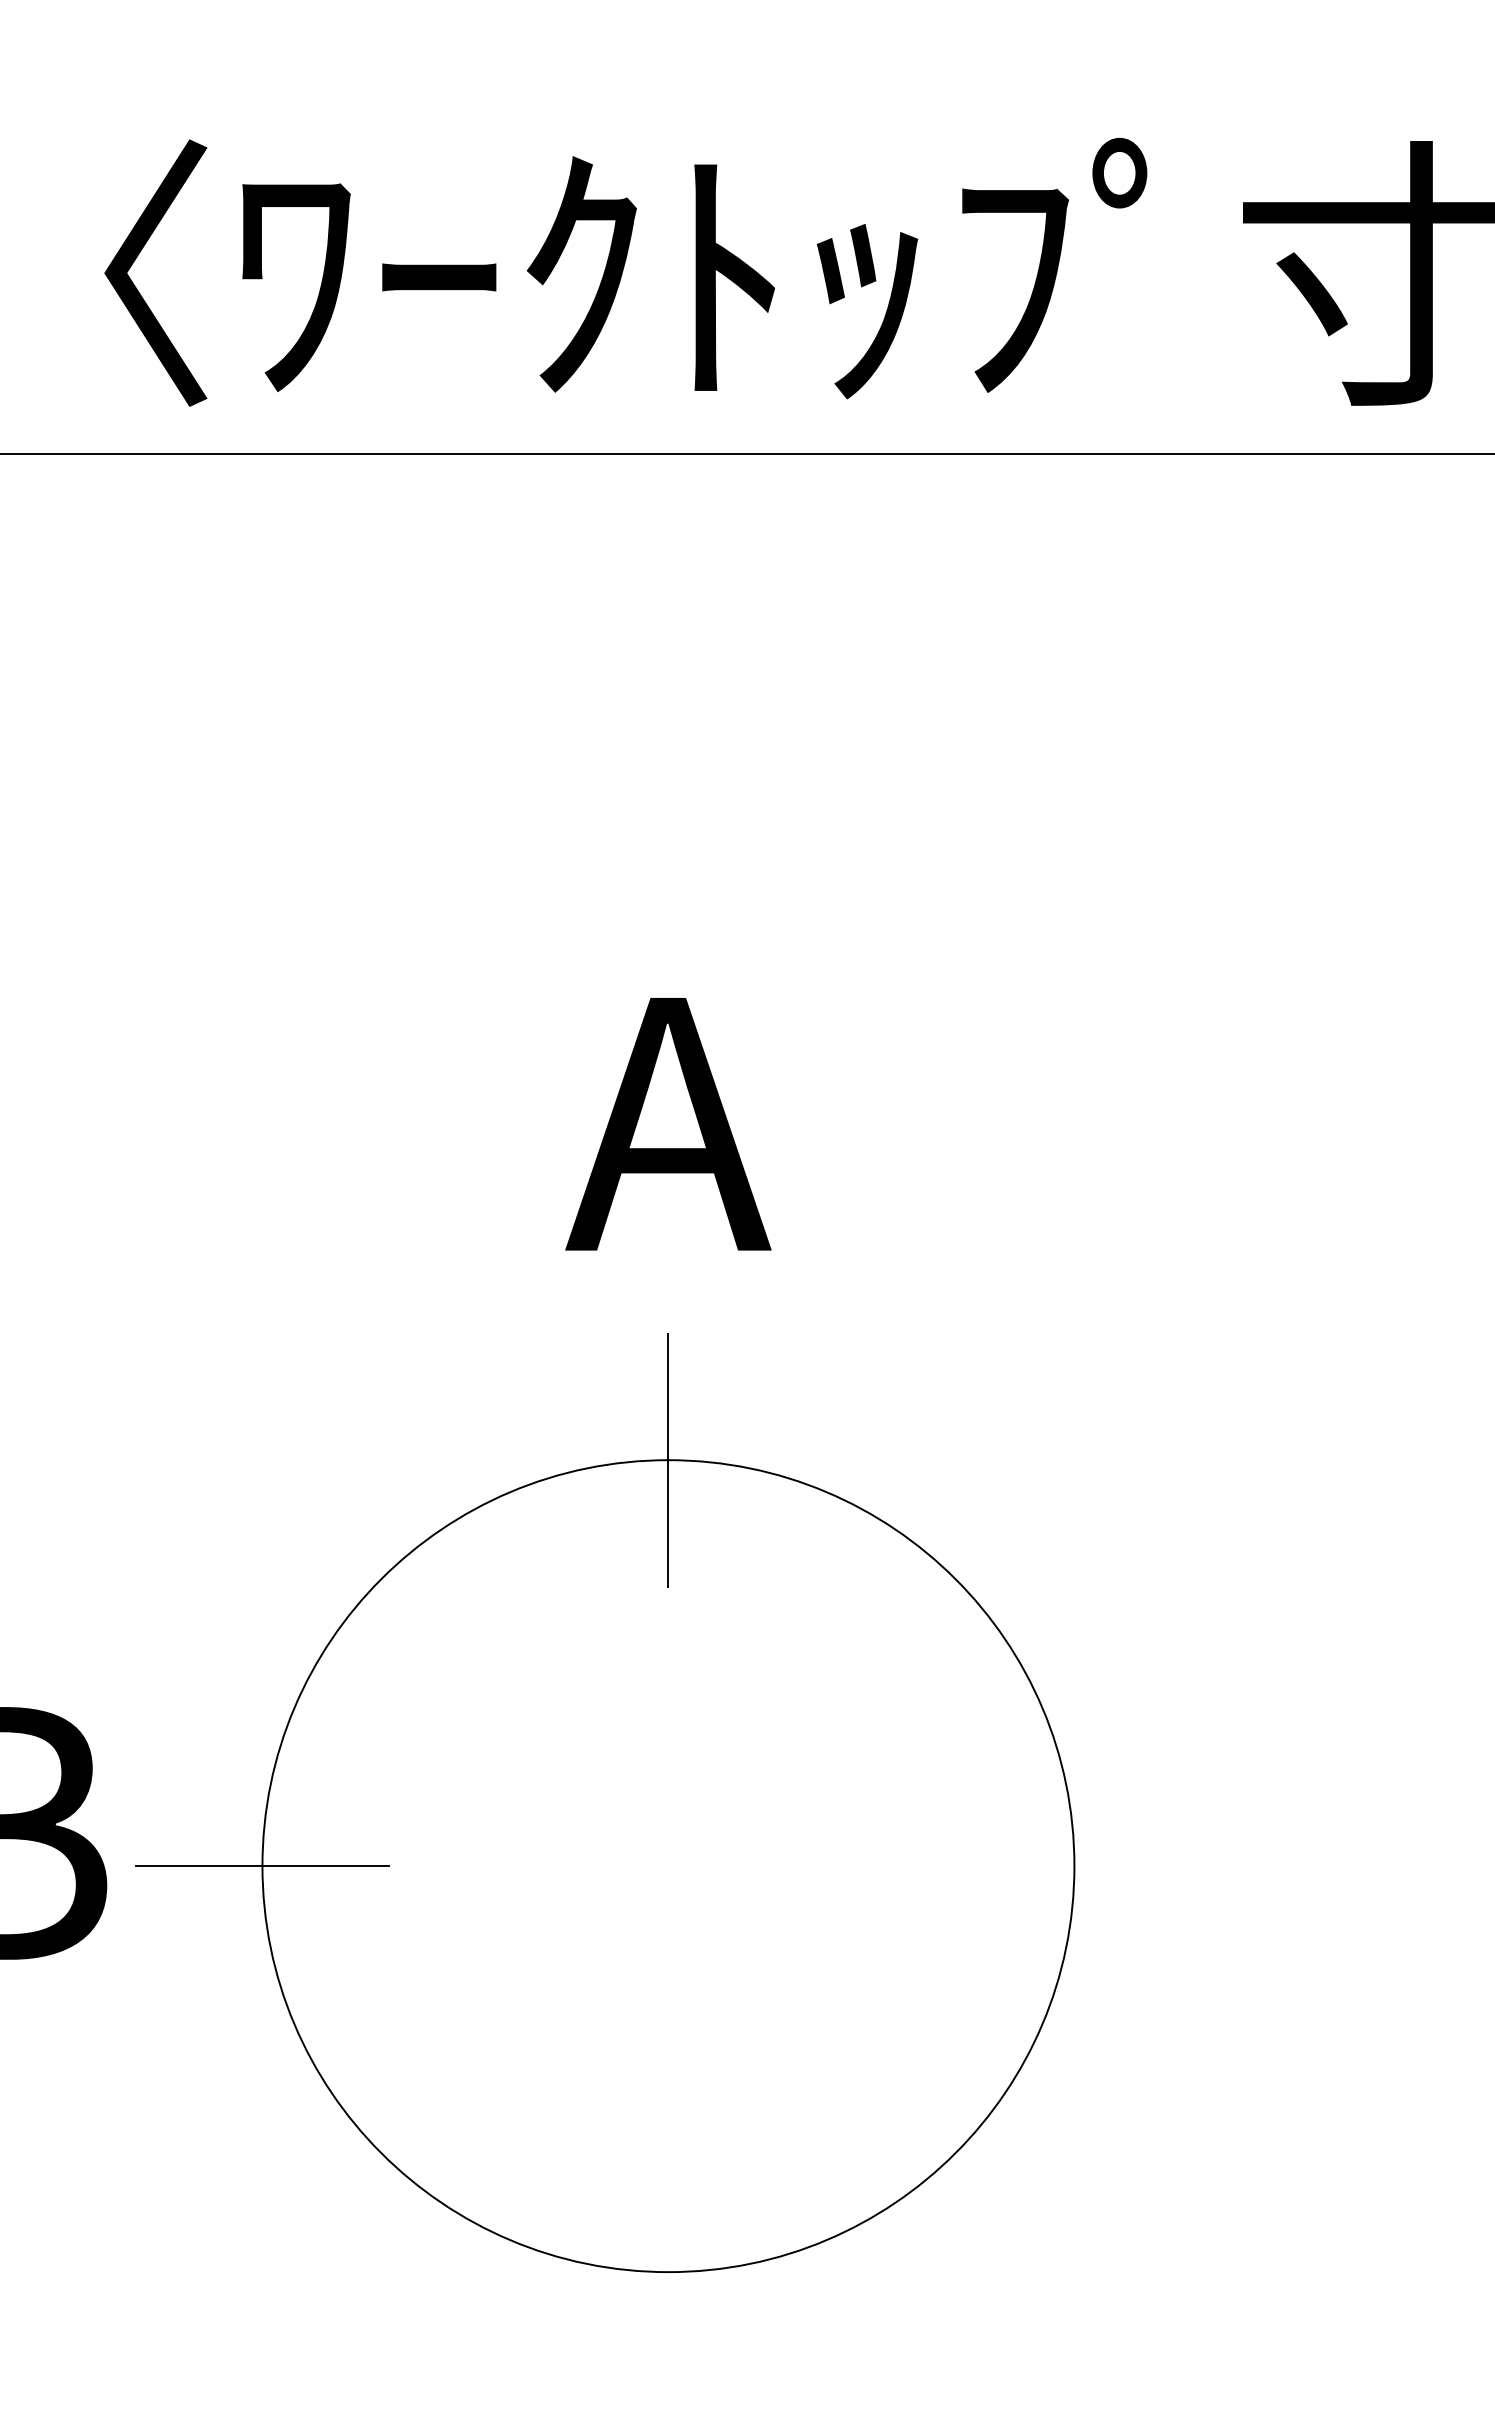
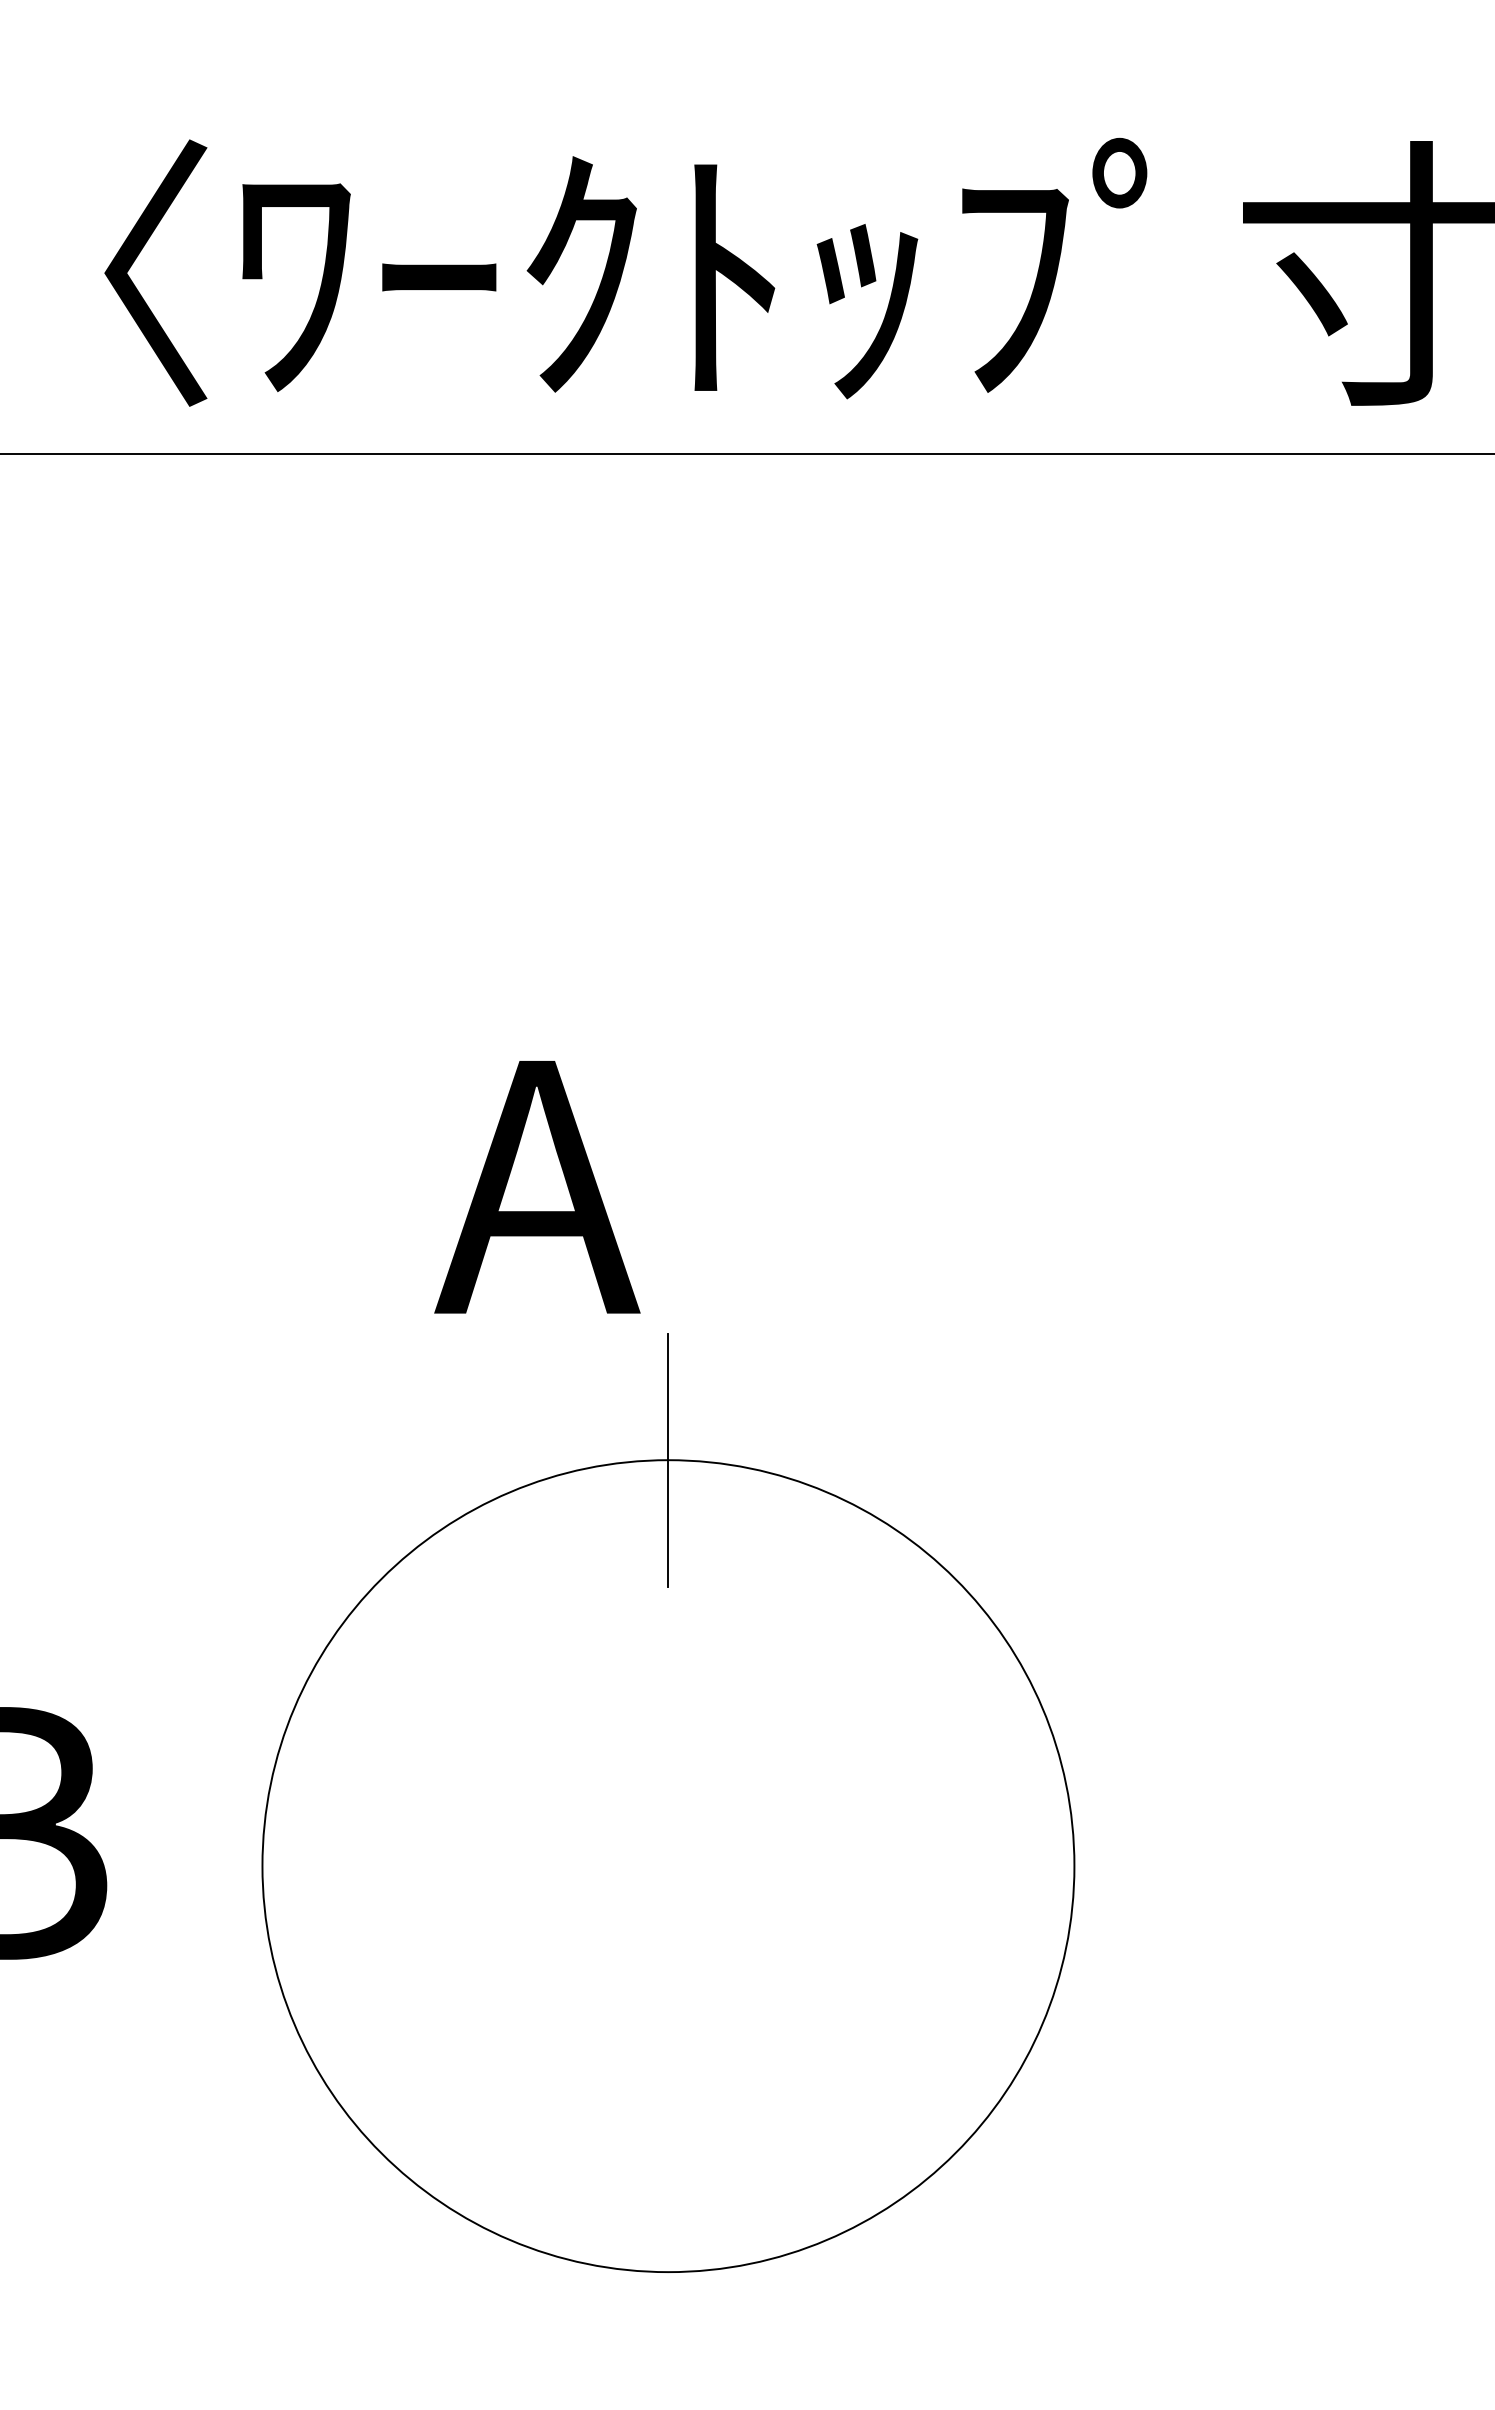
text at (668, 1124) position: (668, 1124) -> (537, 1187)
line at (262, 1866): present -> none
